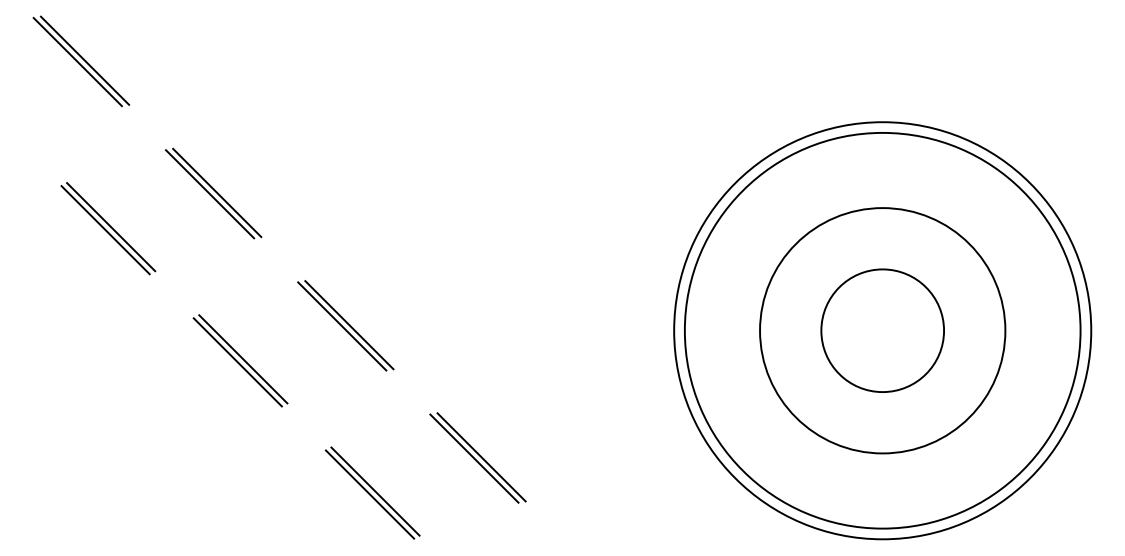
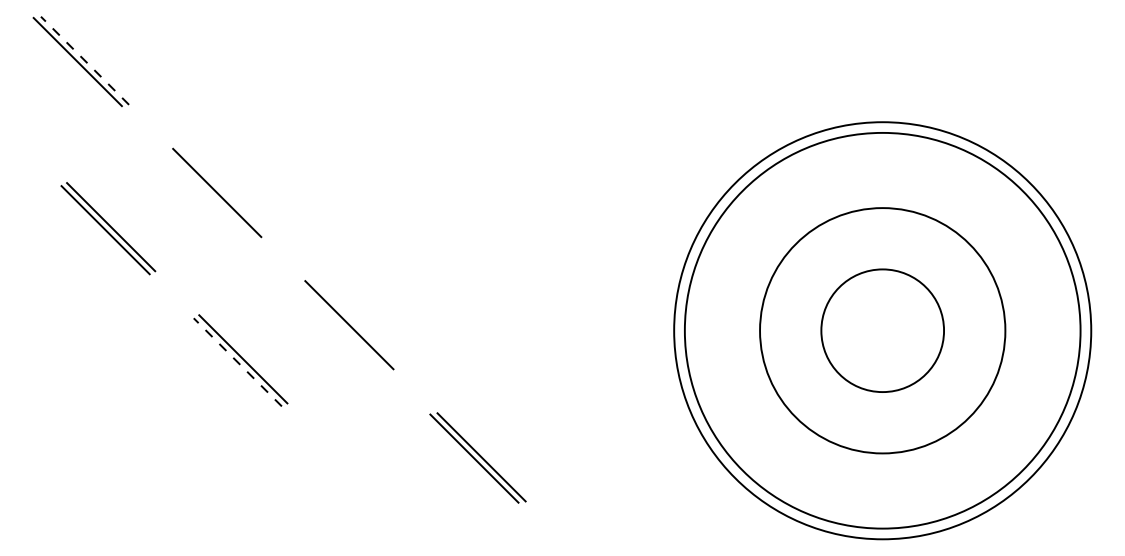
line at (84, 60): solid -> dashed
line at (209, 194): present -> none
line at (342, 326): present -> none
line at (237, 362): solid -> dashed
part at (372, 492): present -> none
